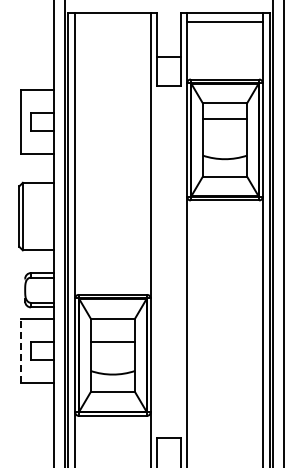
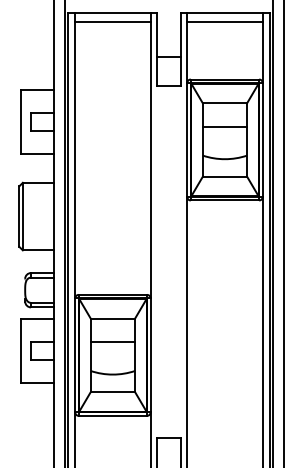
line at (112, 22): none -> present
line at (224, 118) position: (224, 118) -> (224, 126)
line at (20, 350): dashed -> solid
